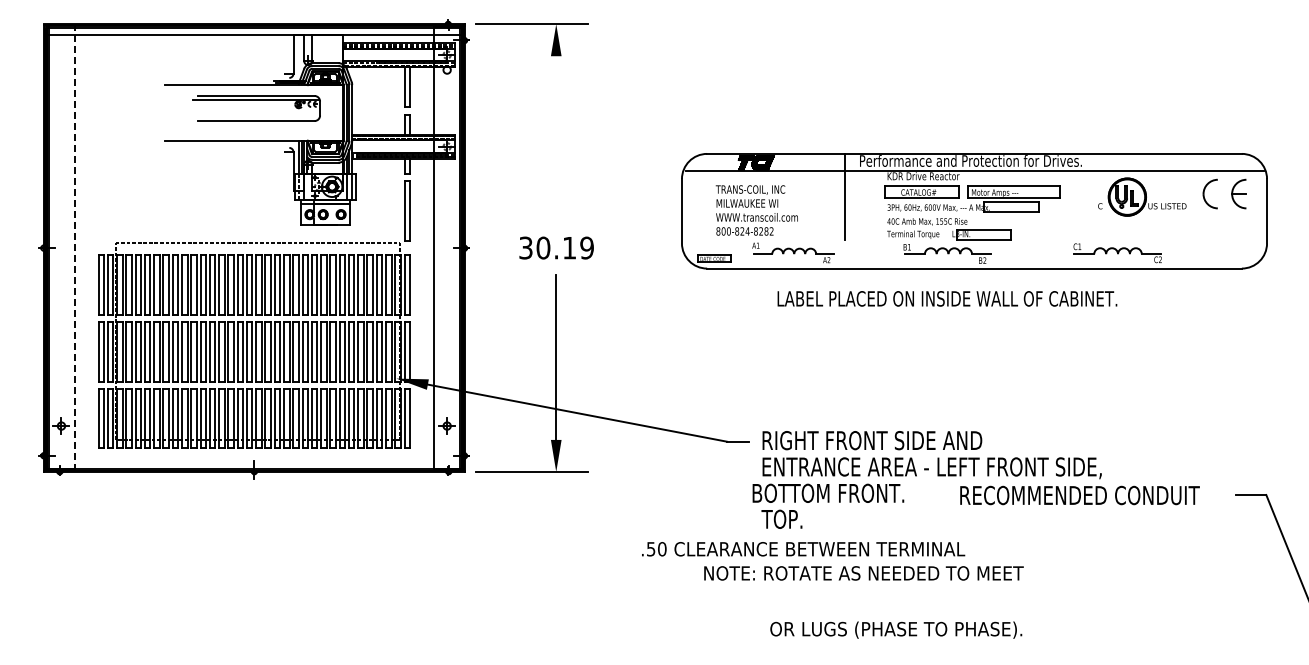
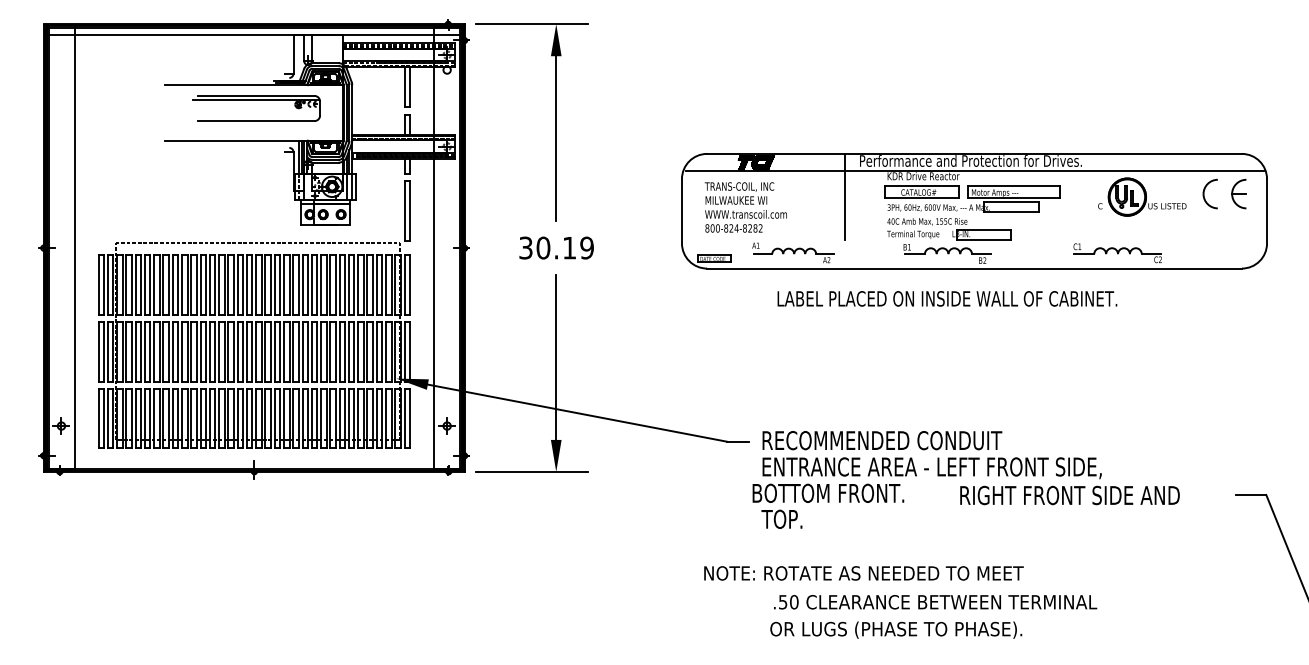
line at (556, 138): none -> present
text at (756, 210) position: (756, 210) -> (745, 207)
line at (74, 248): dashed -> solid
text at (889, 440): RIGHT FRONT SIDE AND -> RECOMMENDED CONDUIT
text at (1087, 495): RECOMMENDED CONDUIT -> RIGHT FRONT SIDE AND
text at (803, 549) position: (803, 549) -> (935, 602)
